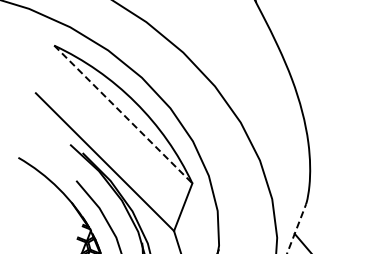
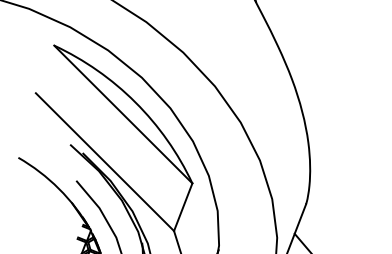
line at (123, 114): dashed -> solid
line at (296, 228): dashed -> solid
